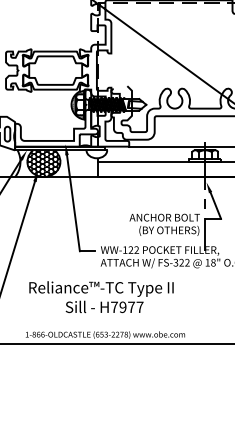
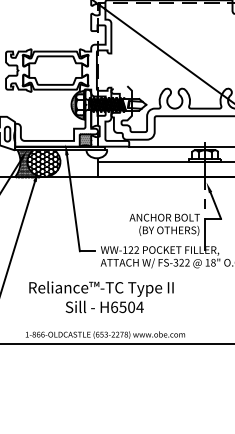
hatch at (85, 139): none -> present
hatch at (27, 163): none -> present
text at (127, 307): H7977 -> H6504
